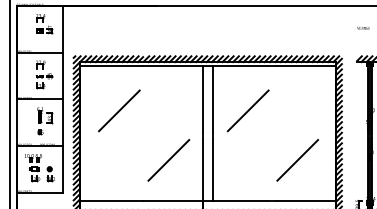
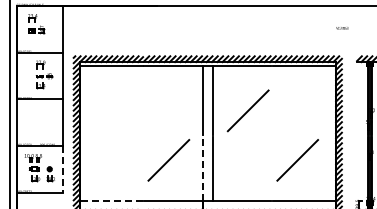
part at (44, 24) position: (44, 24) -> (36, 24)
text at (363, 28) position: (363, 28) -> (342, 28)
line at (119, 110): present -> none
part at (45, 121): present -> none
line at (203, 168): solid -> dashed
line at (63, 169): solid -> dashed
line at (111, 200): solid -> dashed
